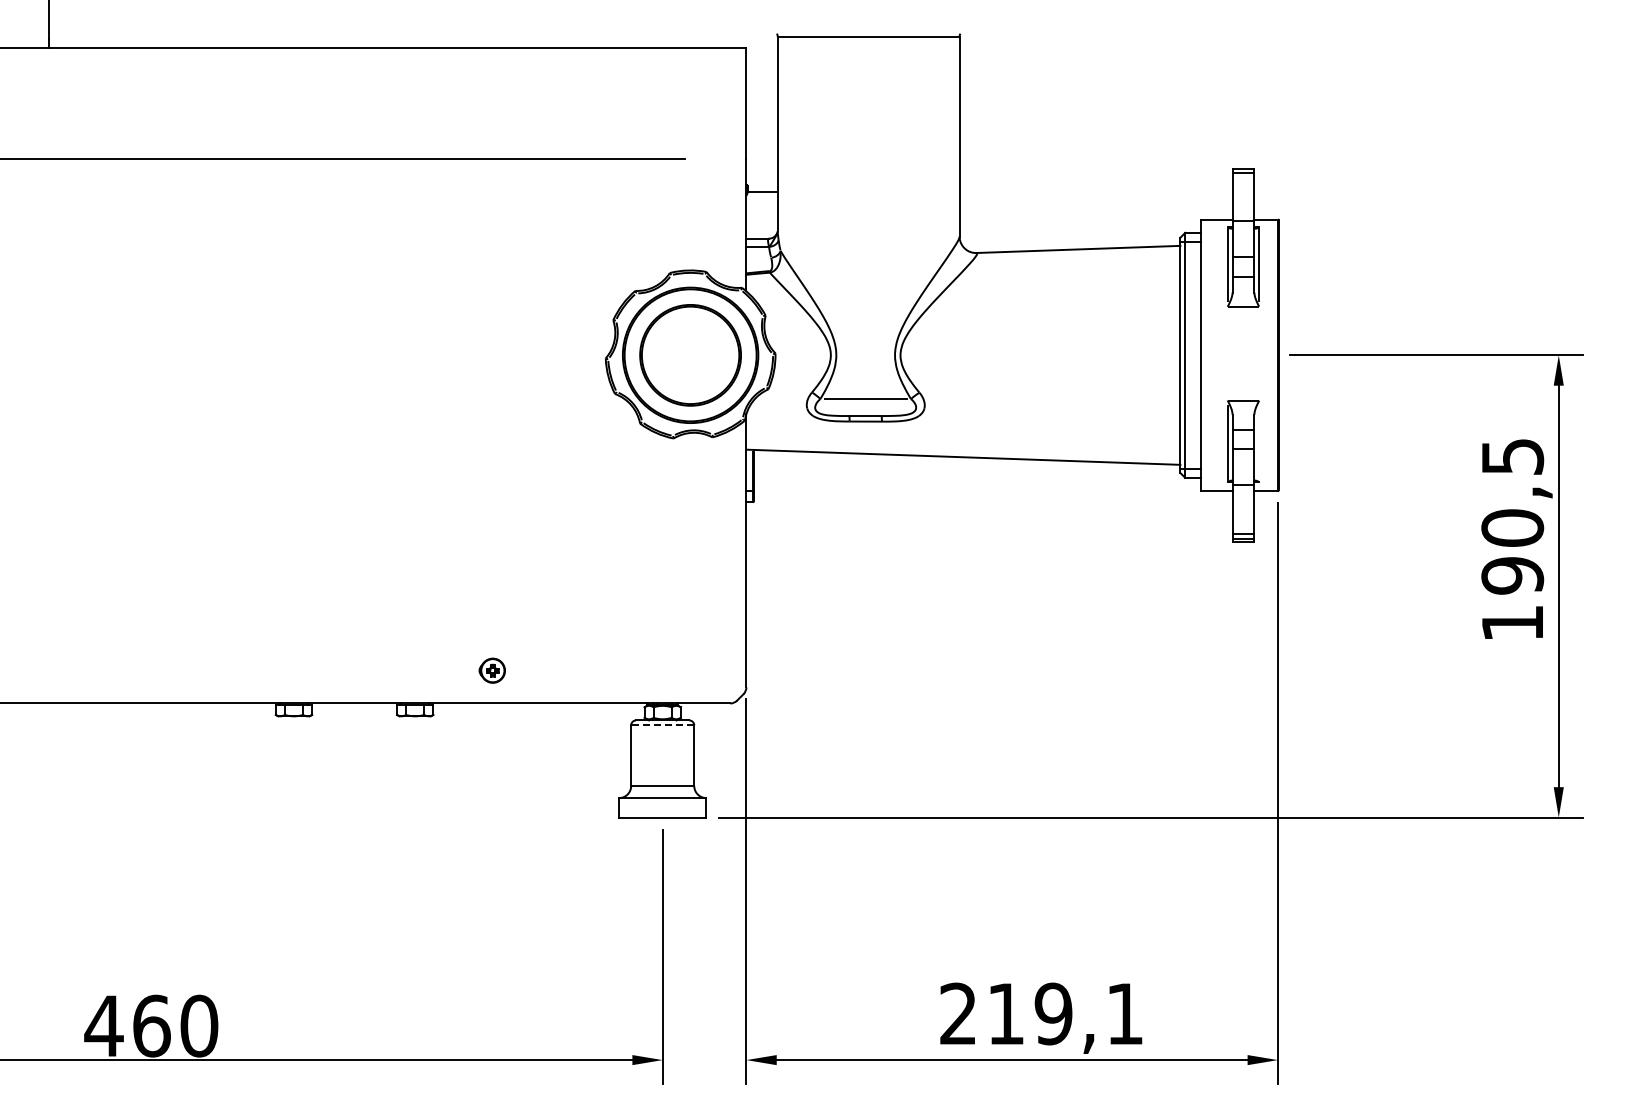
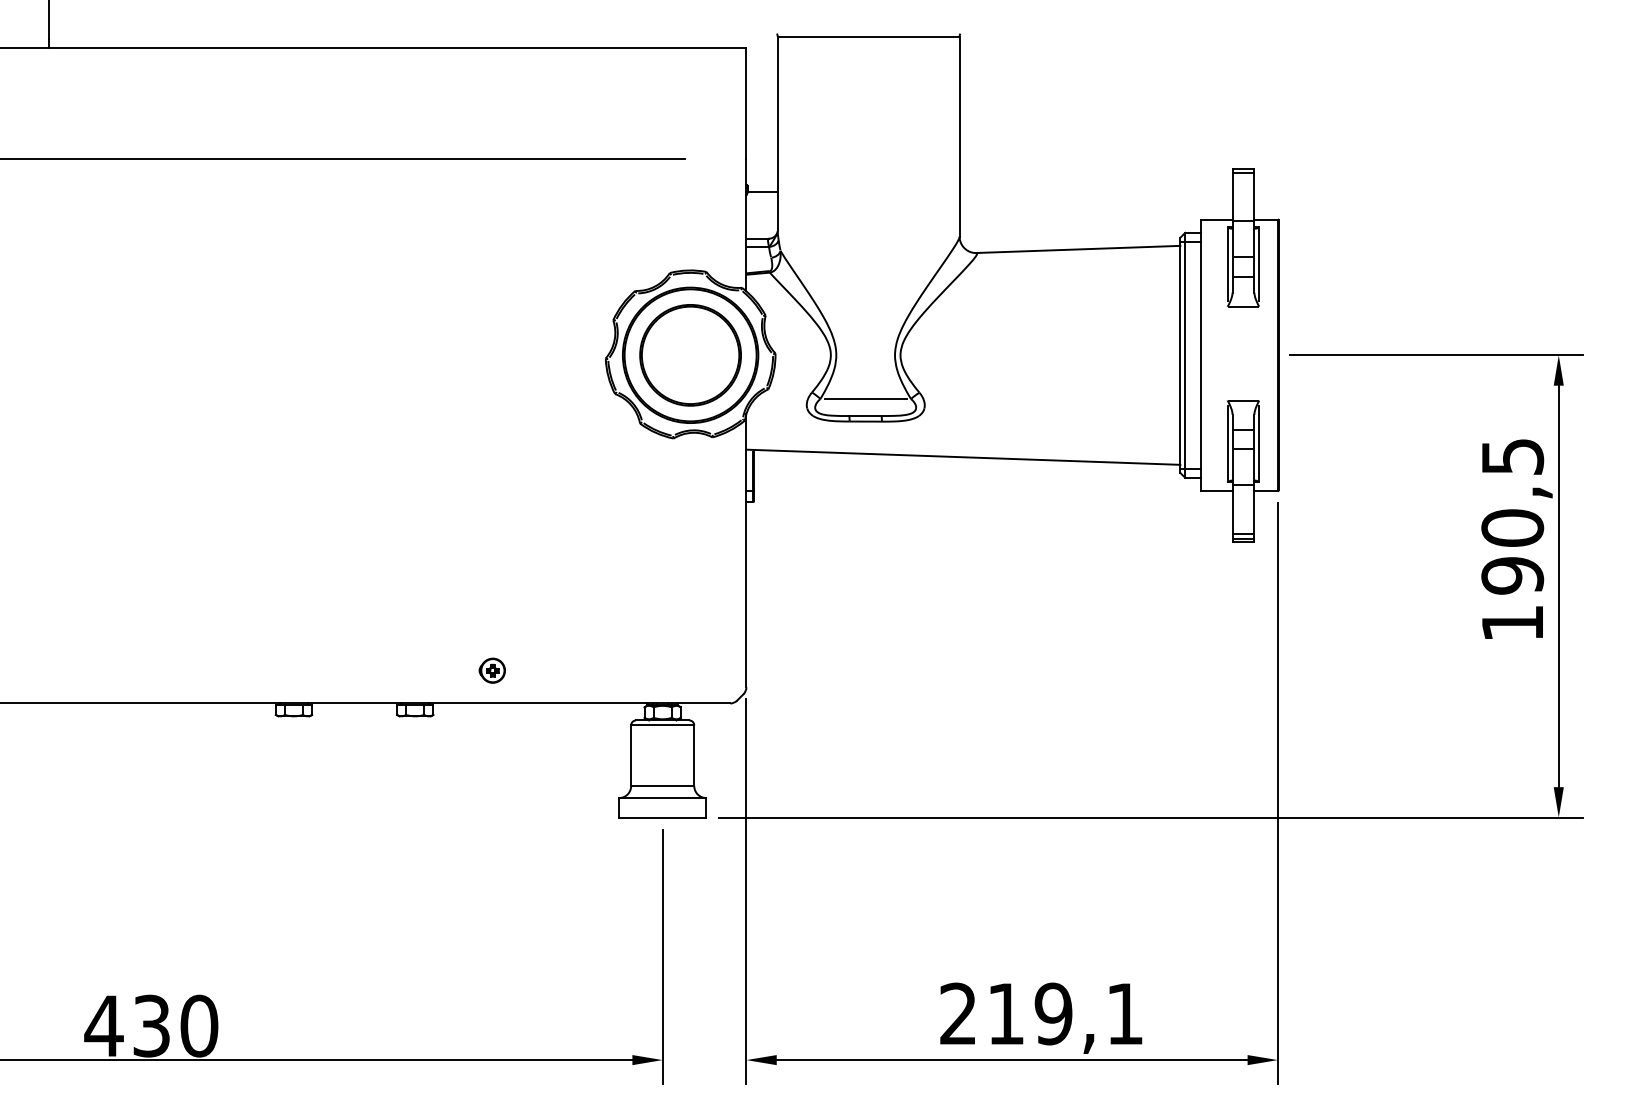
line at (1259, 443): none -> present
line at (662, 725): dashed -> solid
text at (151, 1025): 460 -> 430
